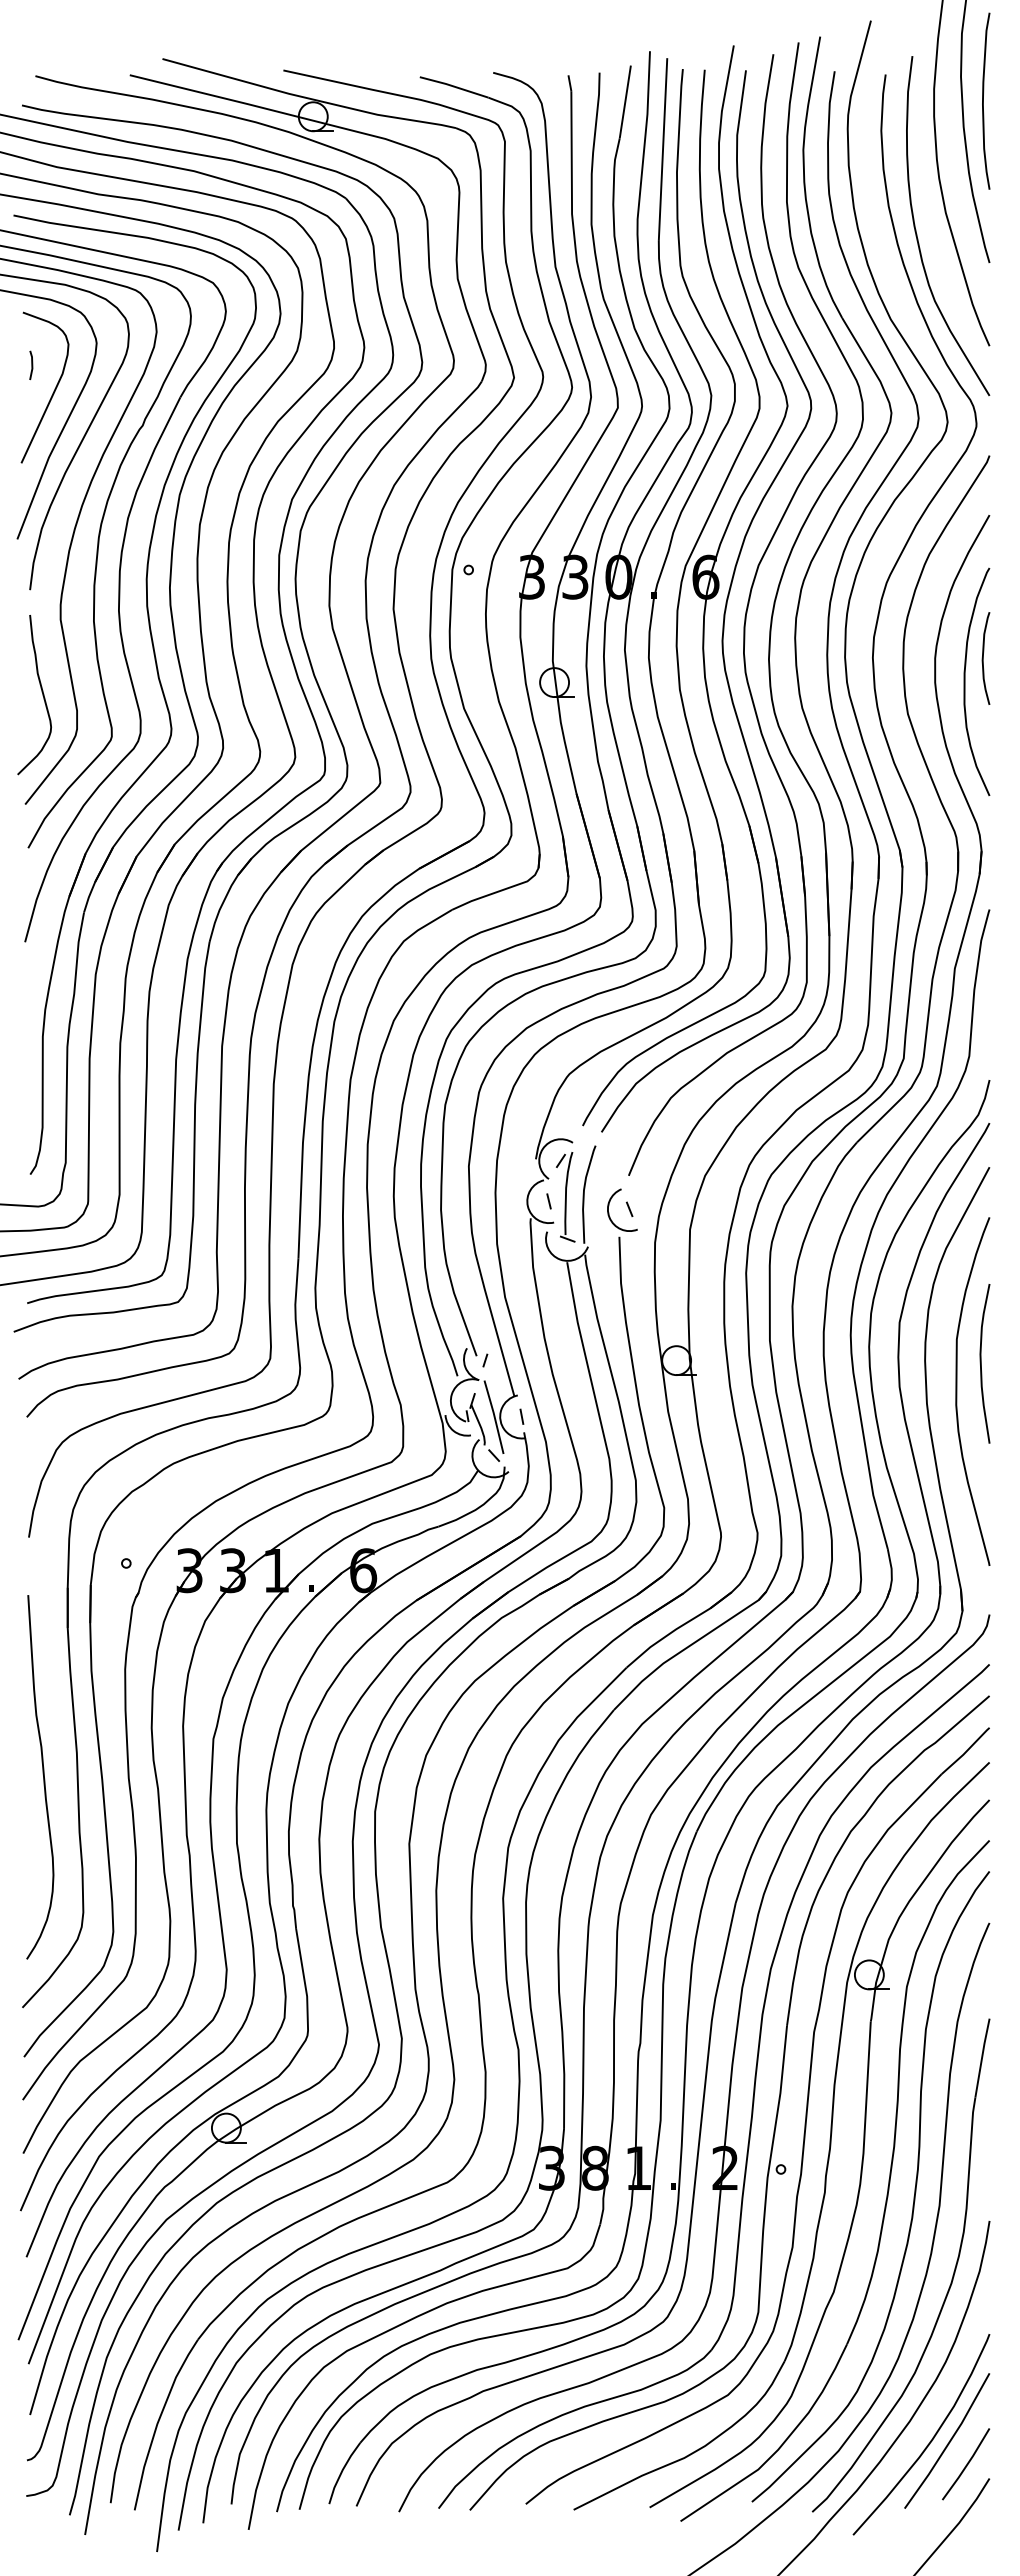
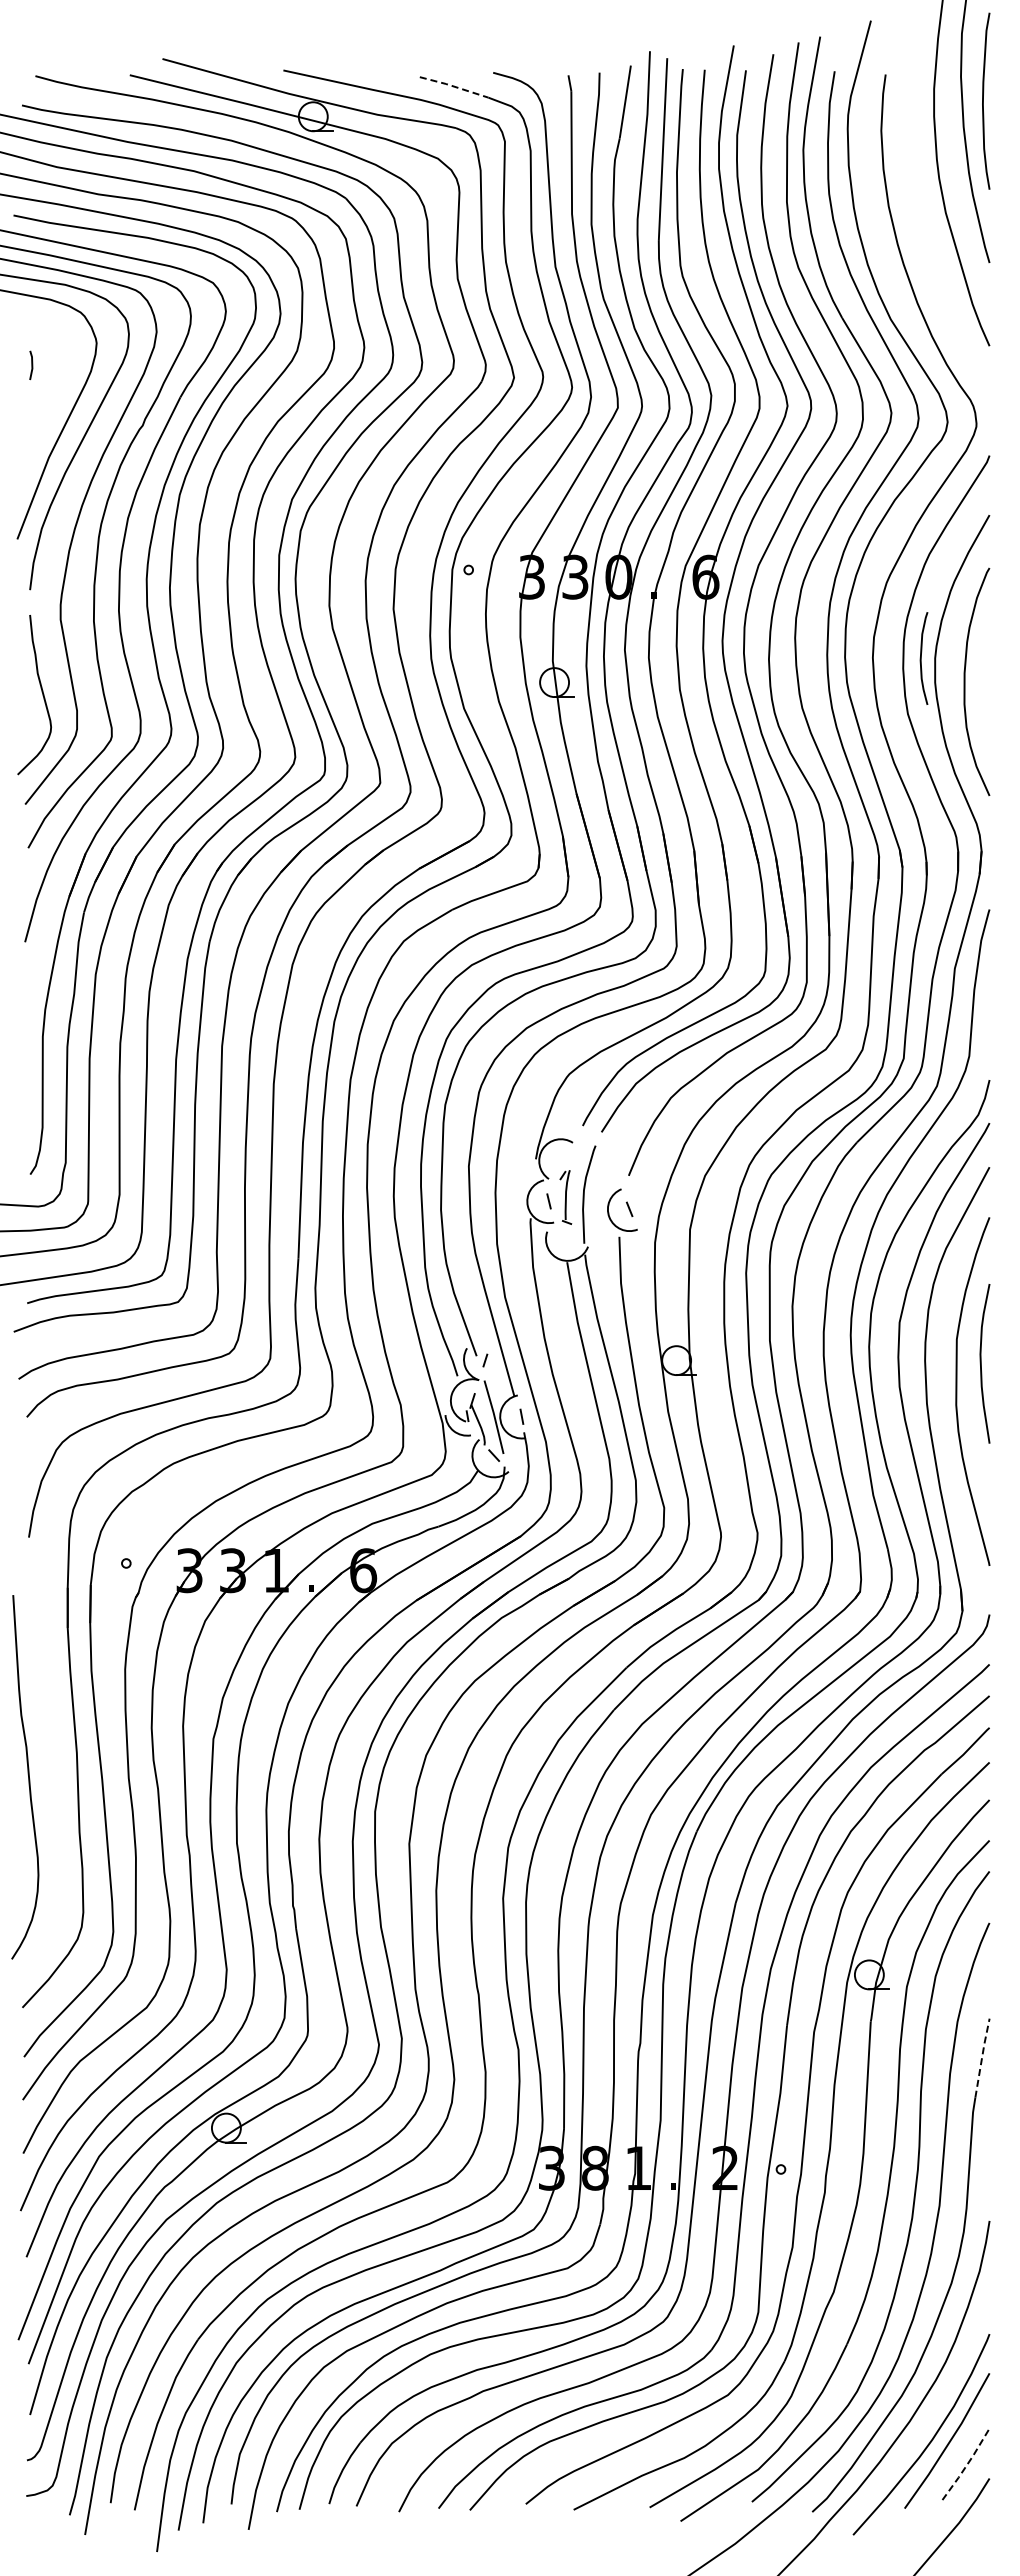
line at (453, 86): solid -> dashed
curve at (917, 234): present -> none
curve at (53, 390): present -> none
curve at (983, 658) position: (983, 658) -> (921, 658)
part at (565, 1197) size: 20x91 px -> 14x55 px
curve at (43, 1777) position: (43, 1777) -> (28, 1777)
line at (982, 2057): solid -> dashed
line at (967, 2464): solid -> dashed
